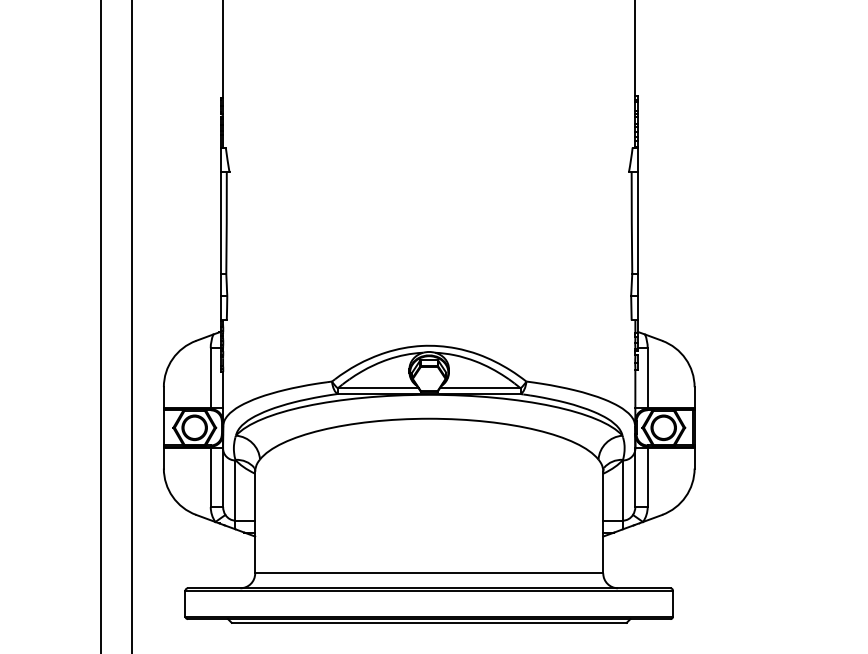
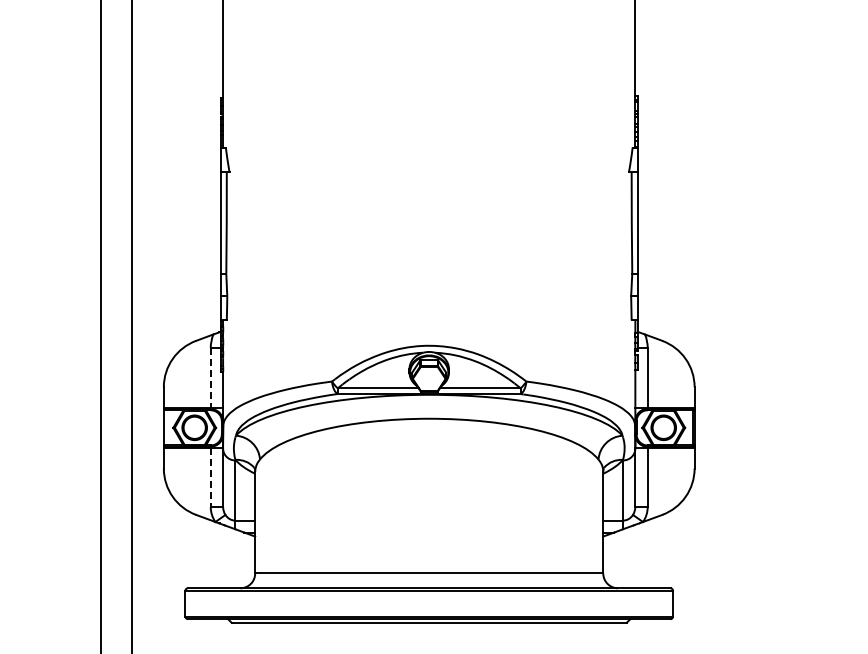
line at (210, 378): solid -> dashed
line at (210, 477): solid -> dashed
